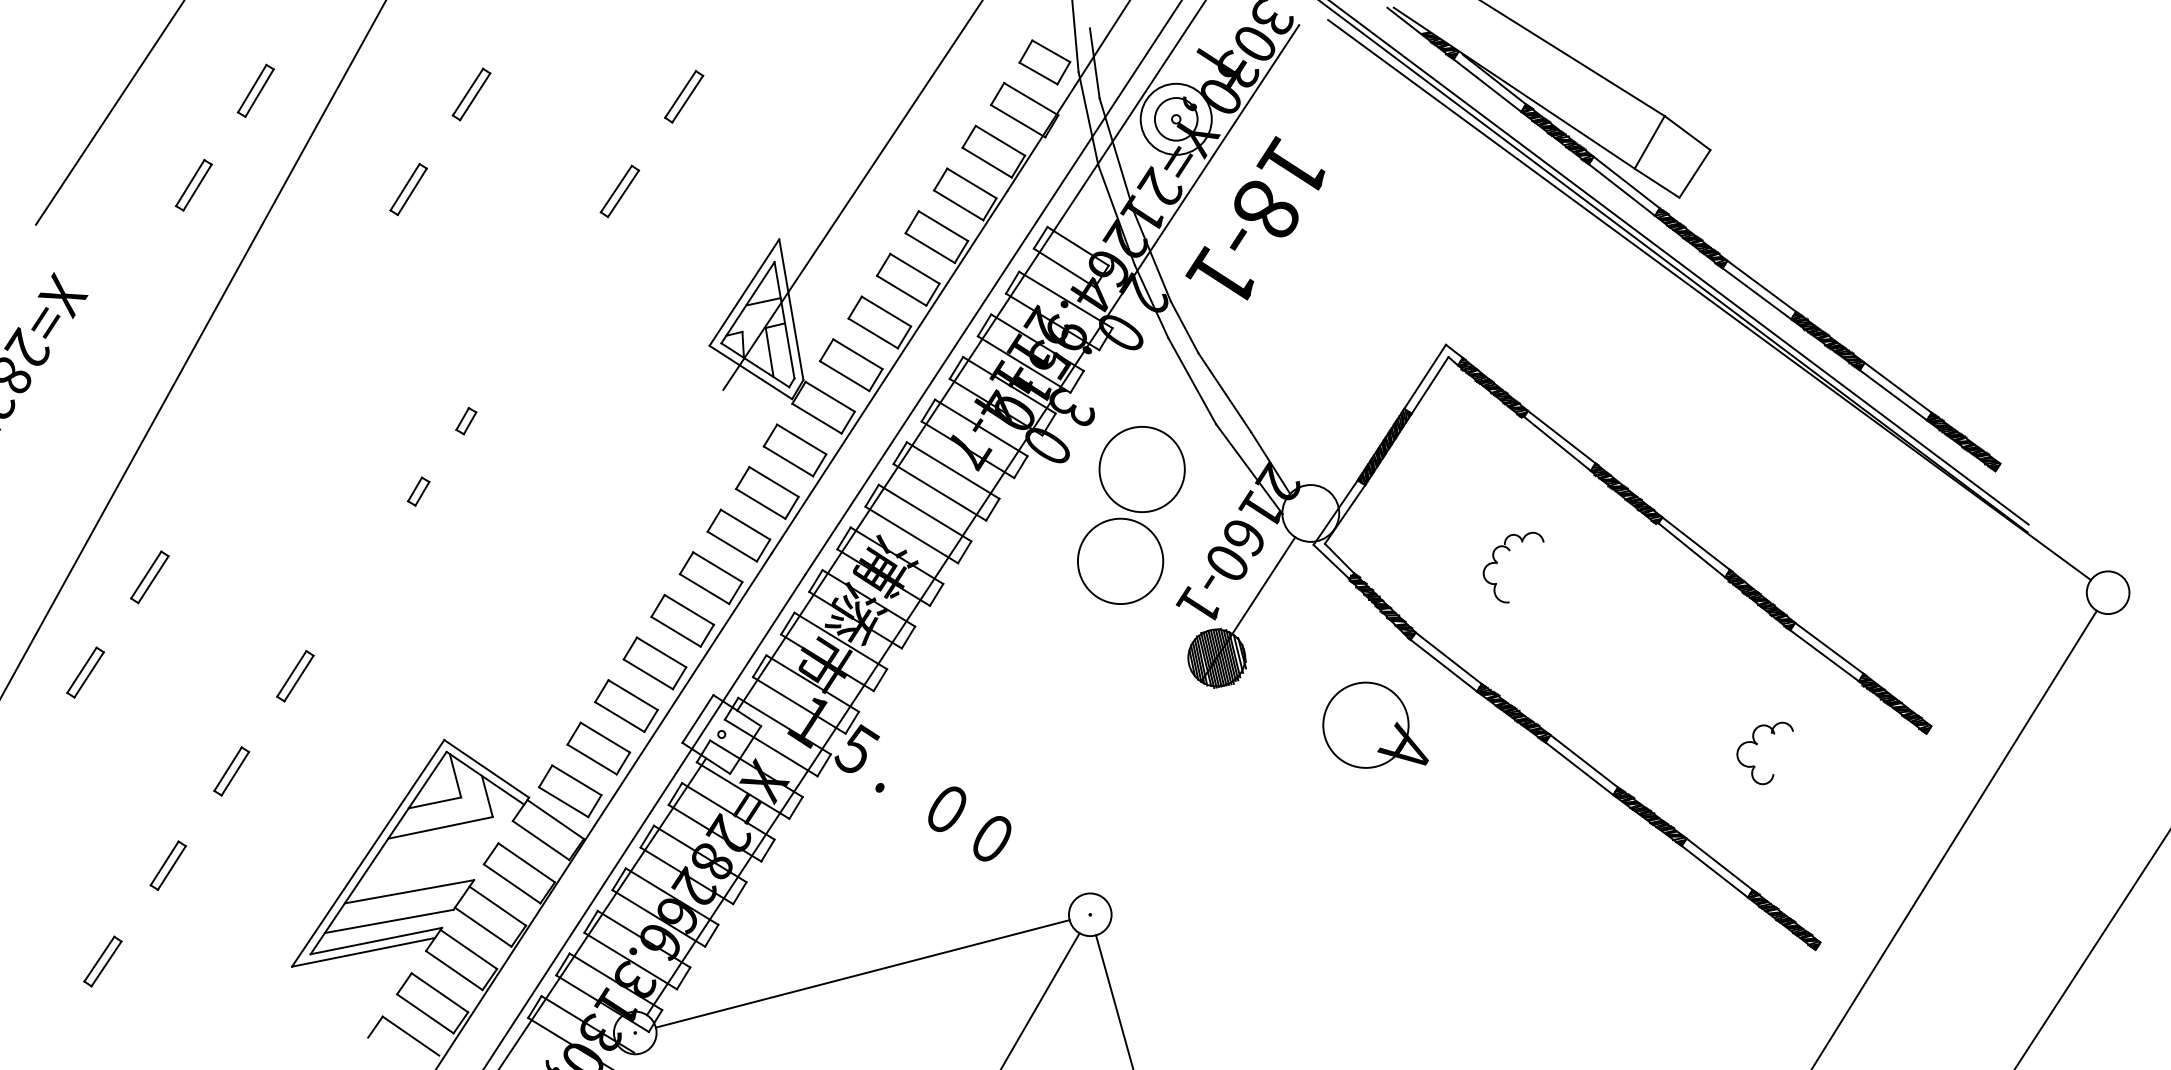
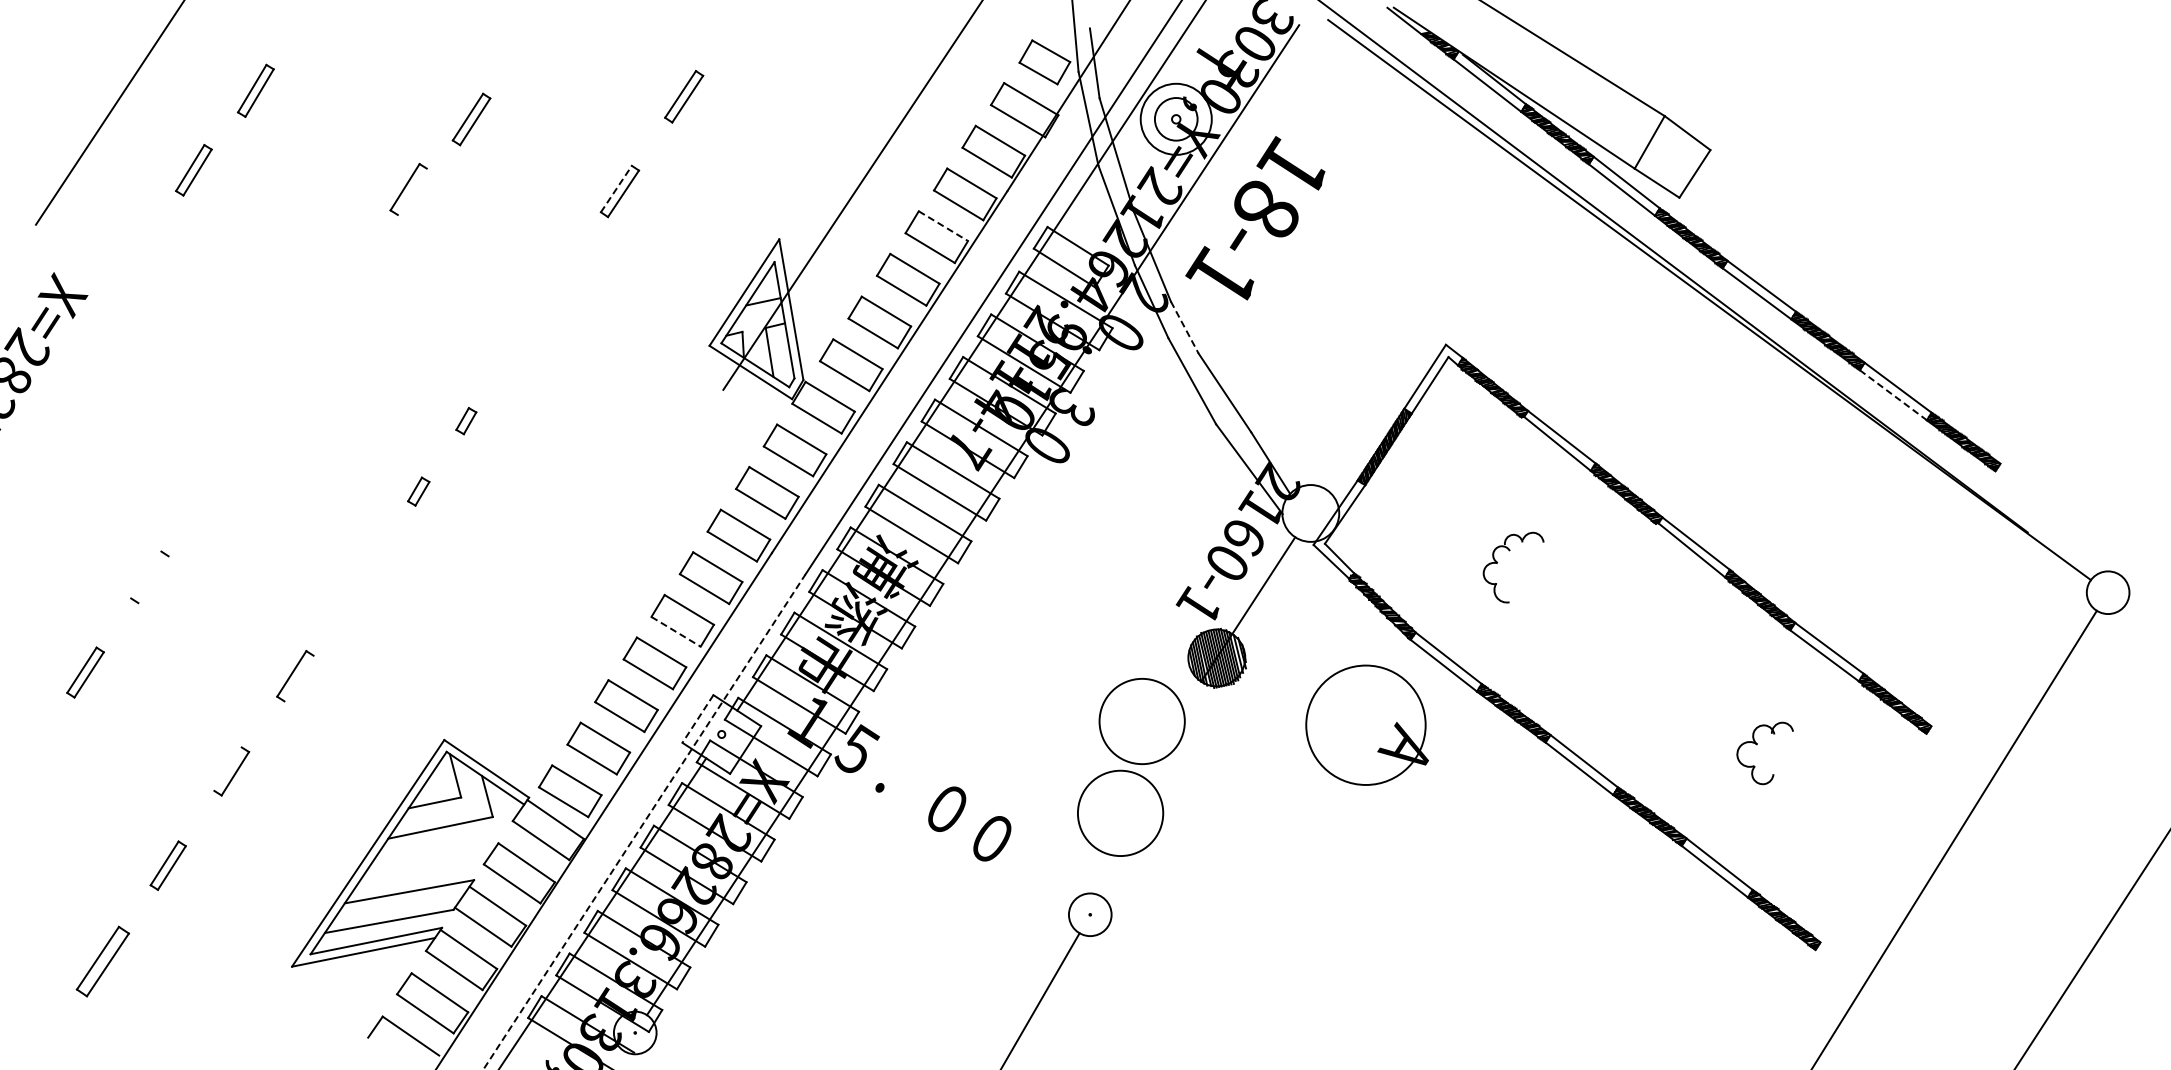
part at (471, 94) position: (471, 94) -> (471, 119)
part at (193, 185) position: (193, 185) -> (193, 170)
line at (616, 189): solid -> dashed
line at (411, 191): present -> none
line at (943, 226): solid -> dashed
line at (1679, 263): present -> none
line at (1185, 327): solid -> dashed
line at (193, 348): present -> none
line at (1893, 395): solid -> dashed
part at (1131, 515) position: (1131, 515) -> (1131, 767)
line at (146, 574): present -> none
line at (153, 579): present -> none
line at (676, 631): solid -> dashed
line at (298, 678): present -> none
line at (697, 719): solid -> dashed
circle at (1365, 724) diameter: 85 px -> 119 px
line at (227, 768): present -> none
line at (644, 821): solid -> dashed
part at (102, 961) size: 40x53 px -> 56x73 px
line at (862, 973): present -> none
line at (1114, 1000): present -> none
